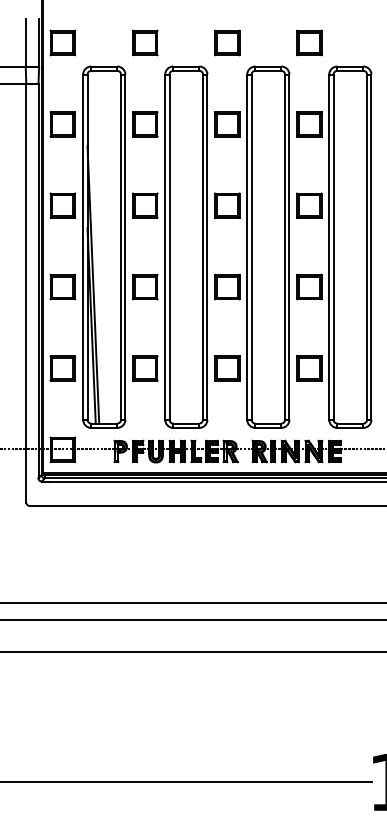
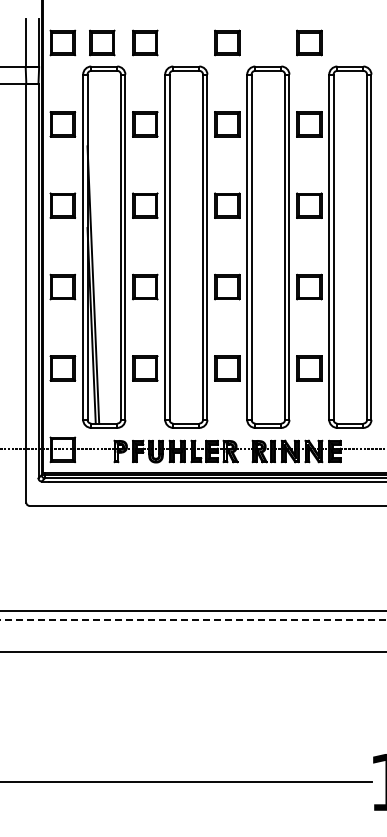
part at (102, 42): none -> present
line at (192, 603) position: (192, 603) -> (192, 611)
line at (194, 619): solid -> dashed
